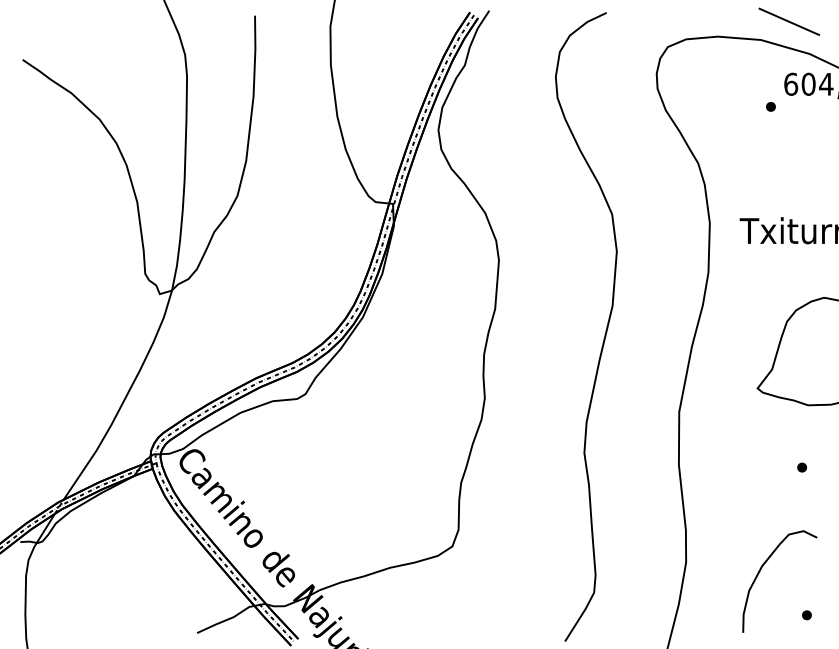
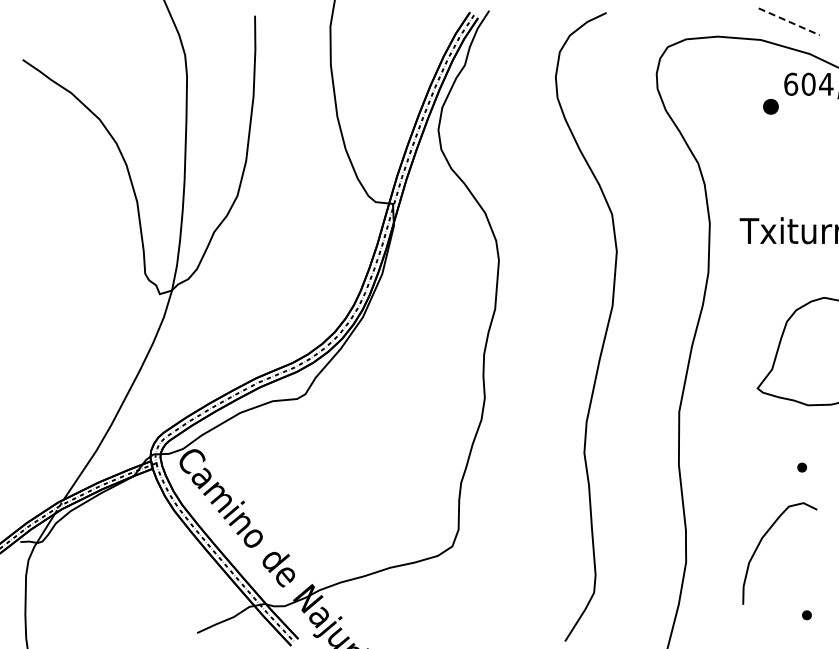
line at (789, 22): solid -> dashed
part at (770, 106) size: 10x10 px -> 16x16 px
curve at (760, 571) position: (760, 571) -> (760, 543)
